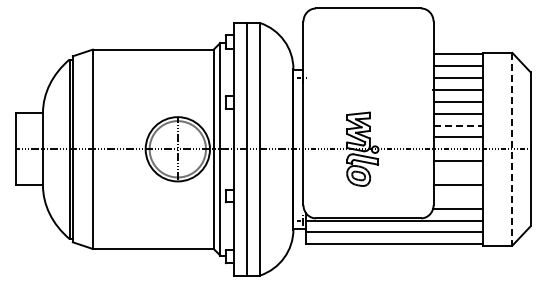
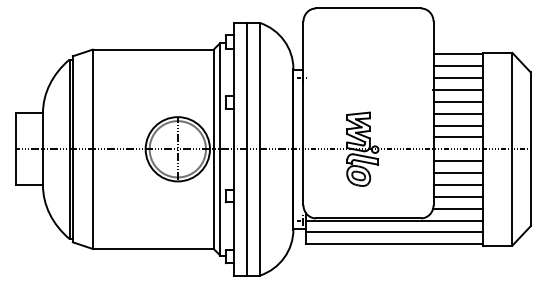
line at (458, 125): dashed -> solid
line at (512, 149): dashed -> solid
line at (458, 173): none -> present
line at (458, 196): none -> present
